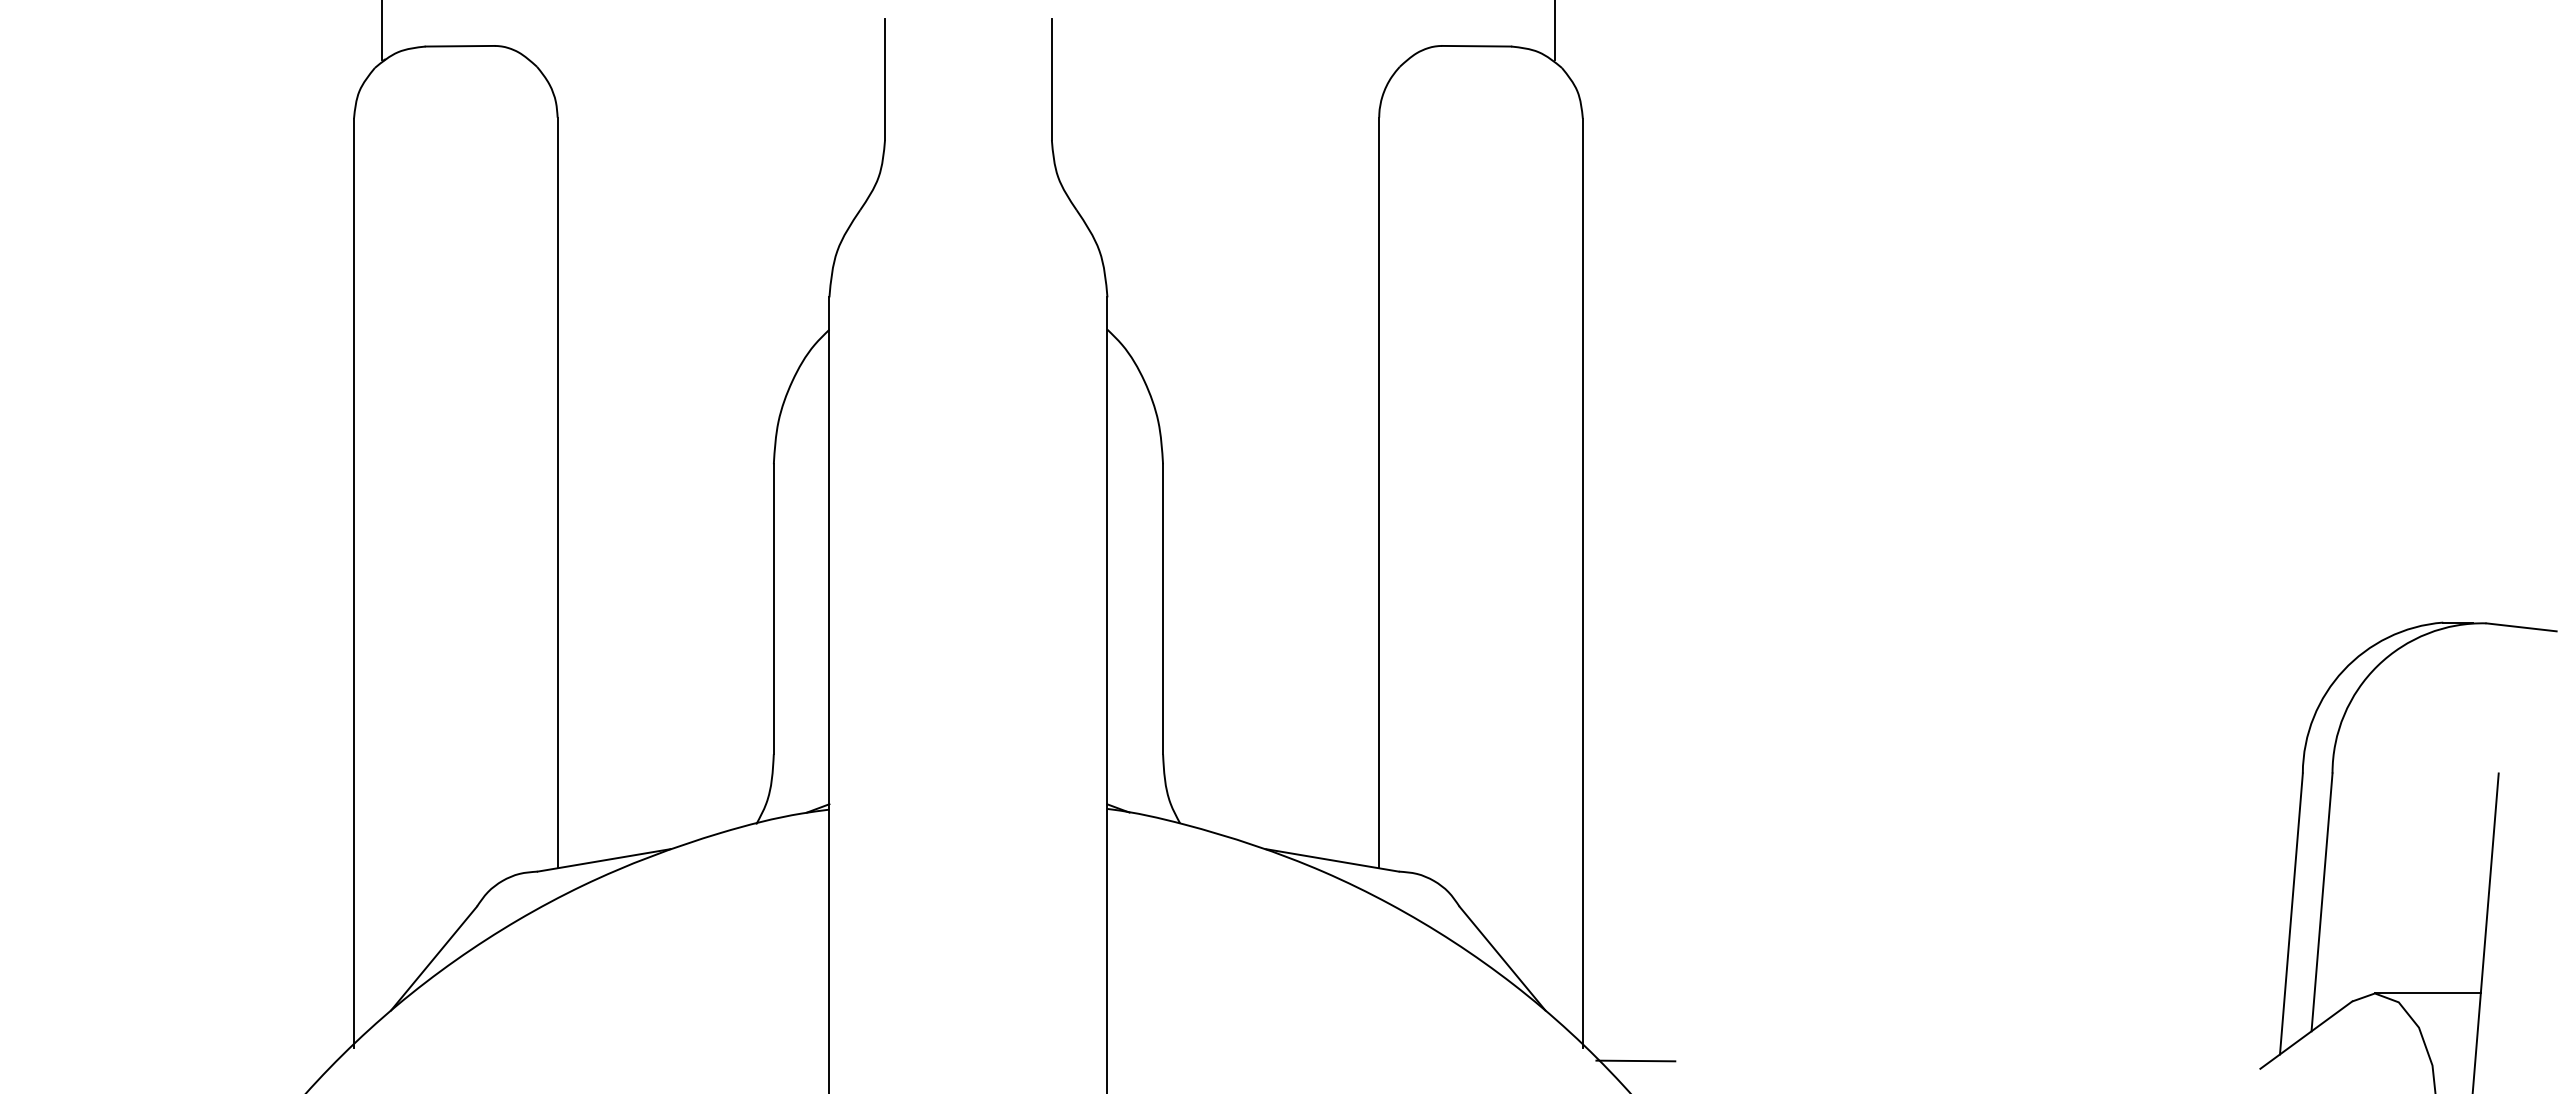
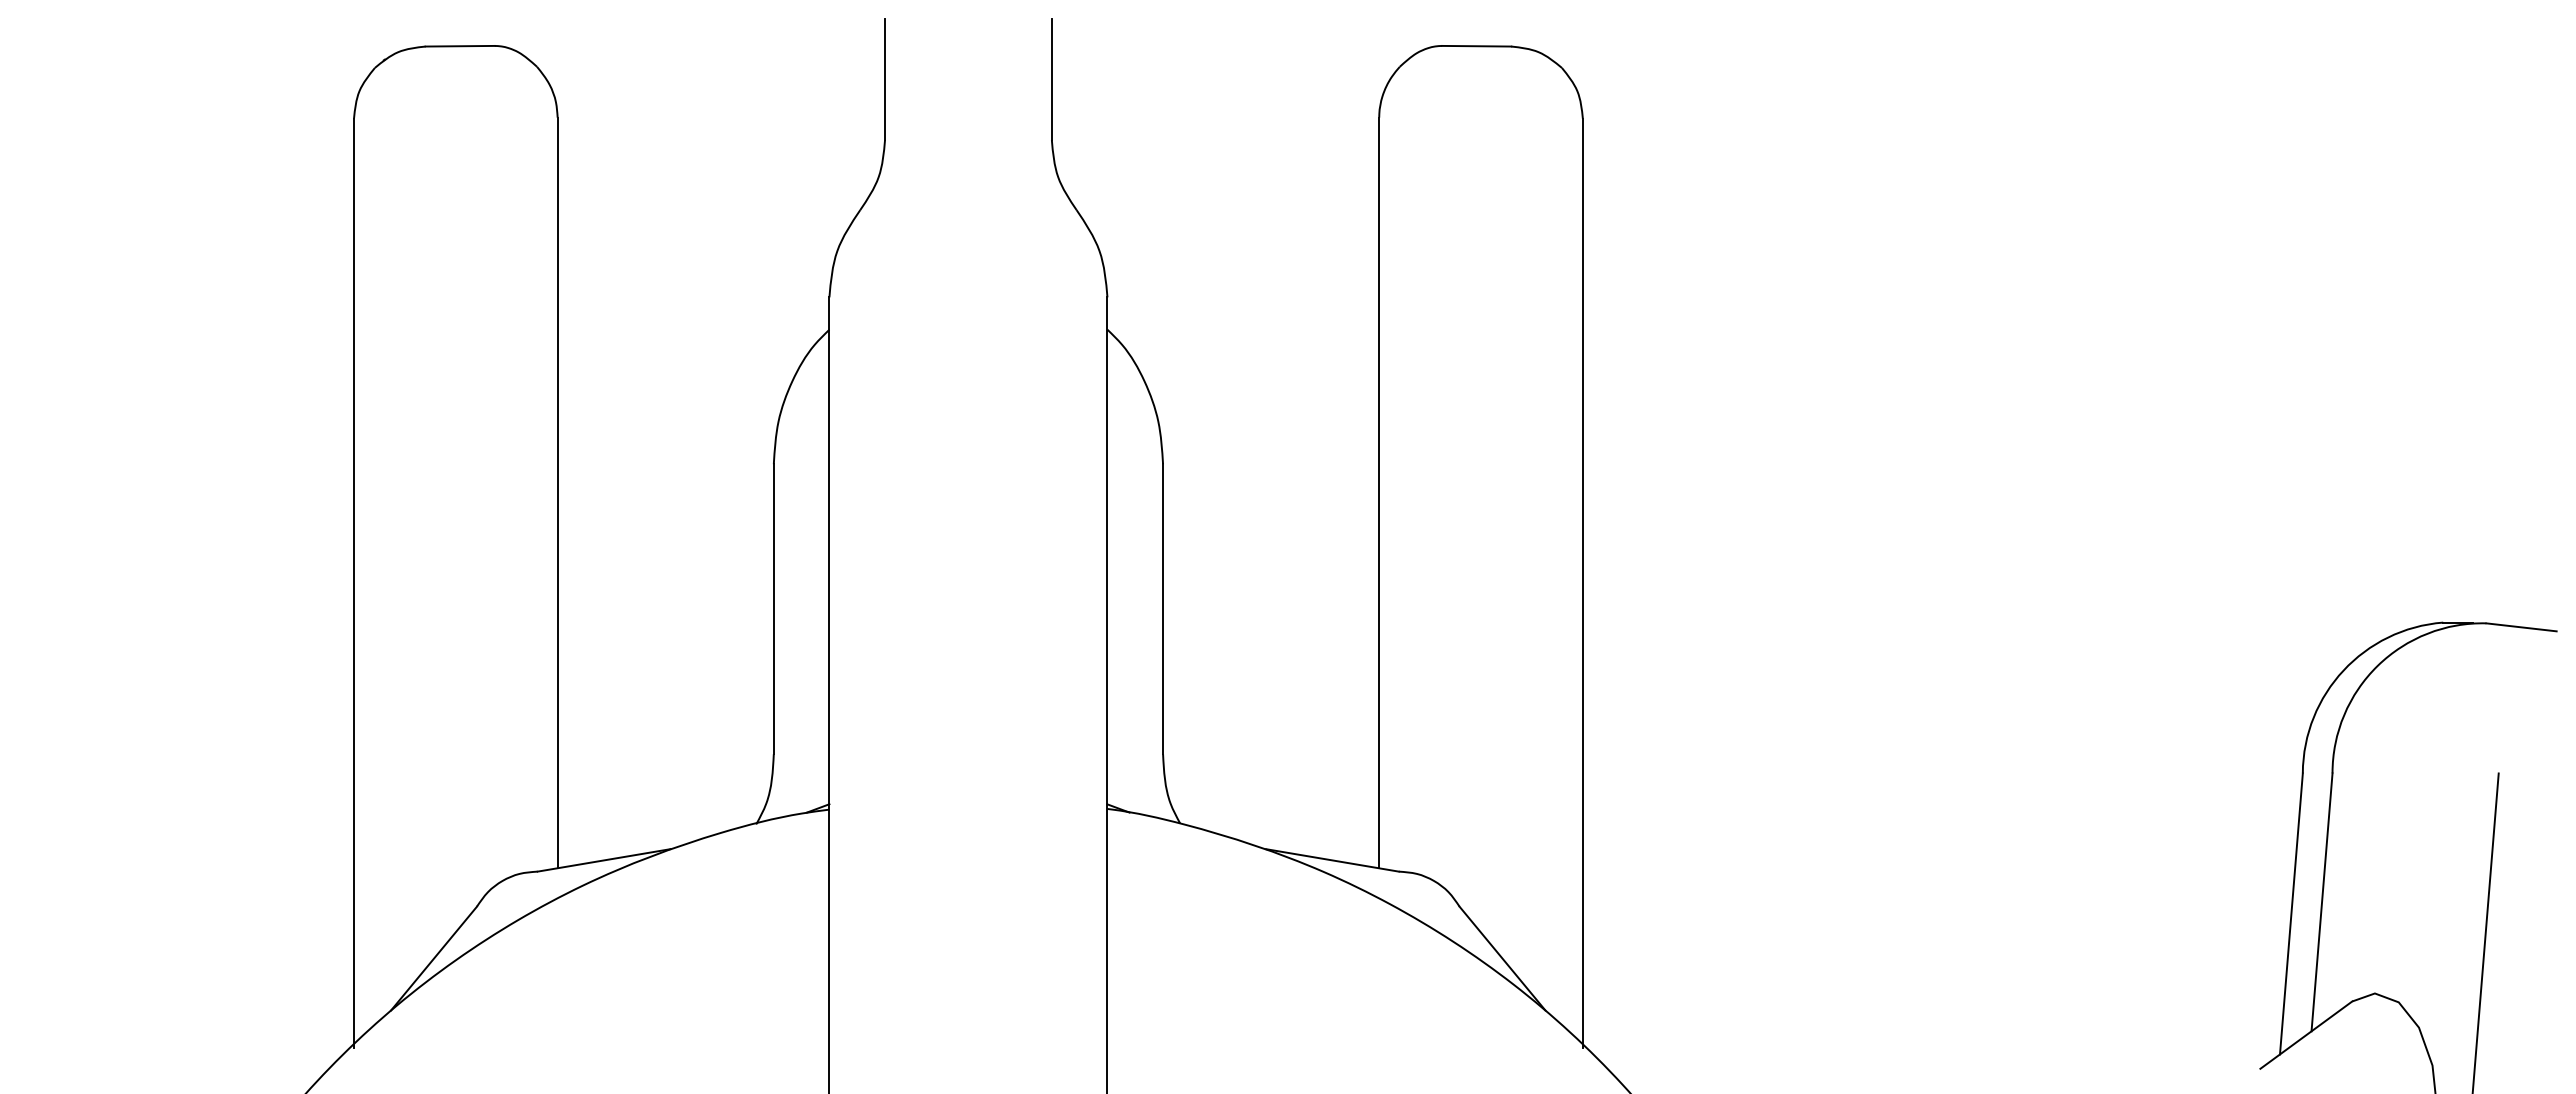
line at (381, 30): present -> none
line at (1555, 30): present -> none
line at (2427, 993): present -> none
line at (1635, 1060): present -> none
